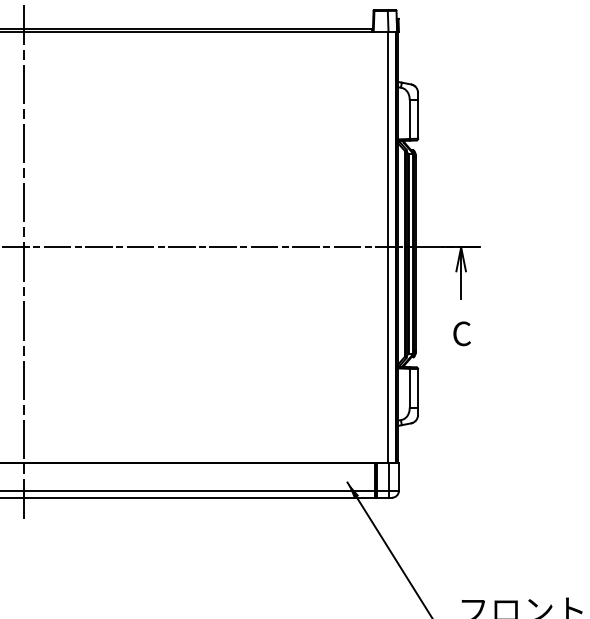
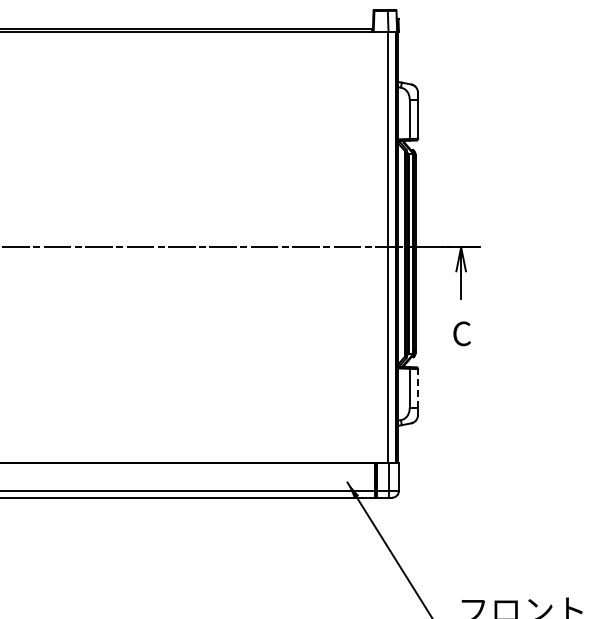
line at (24, 263): present -> none
line at (418, 387): solid -> dashed
